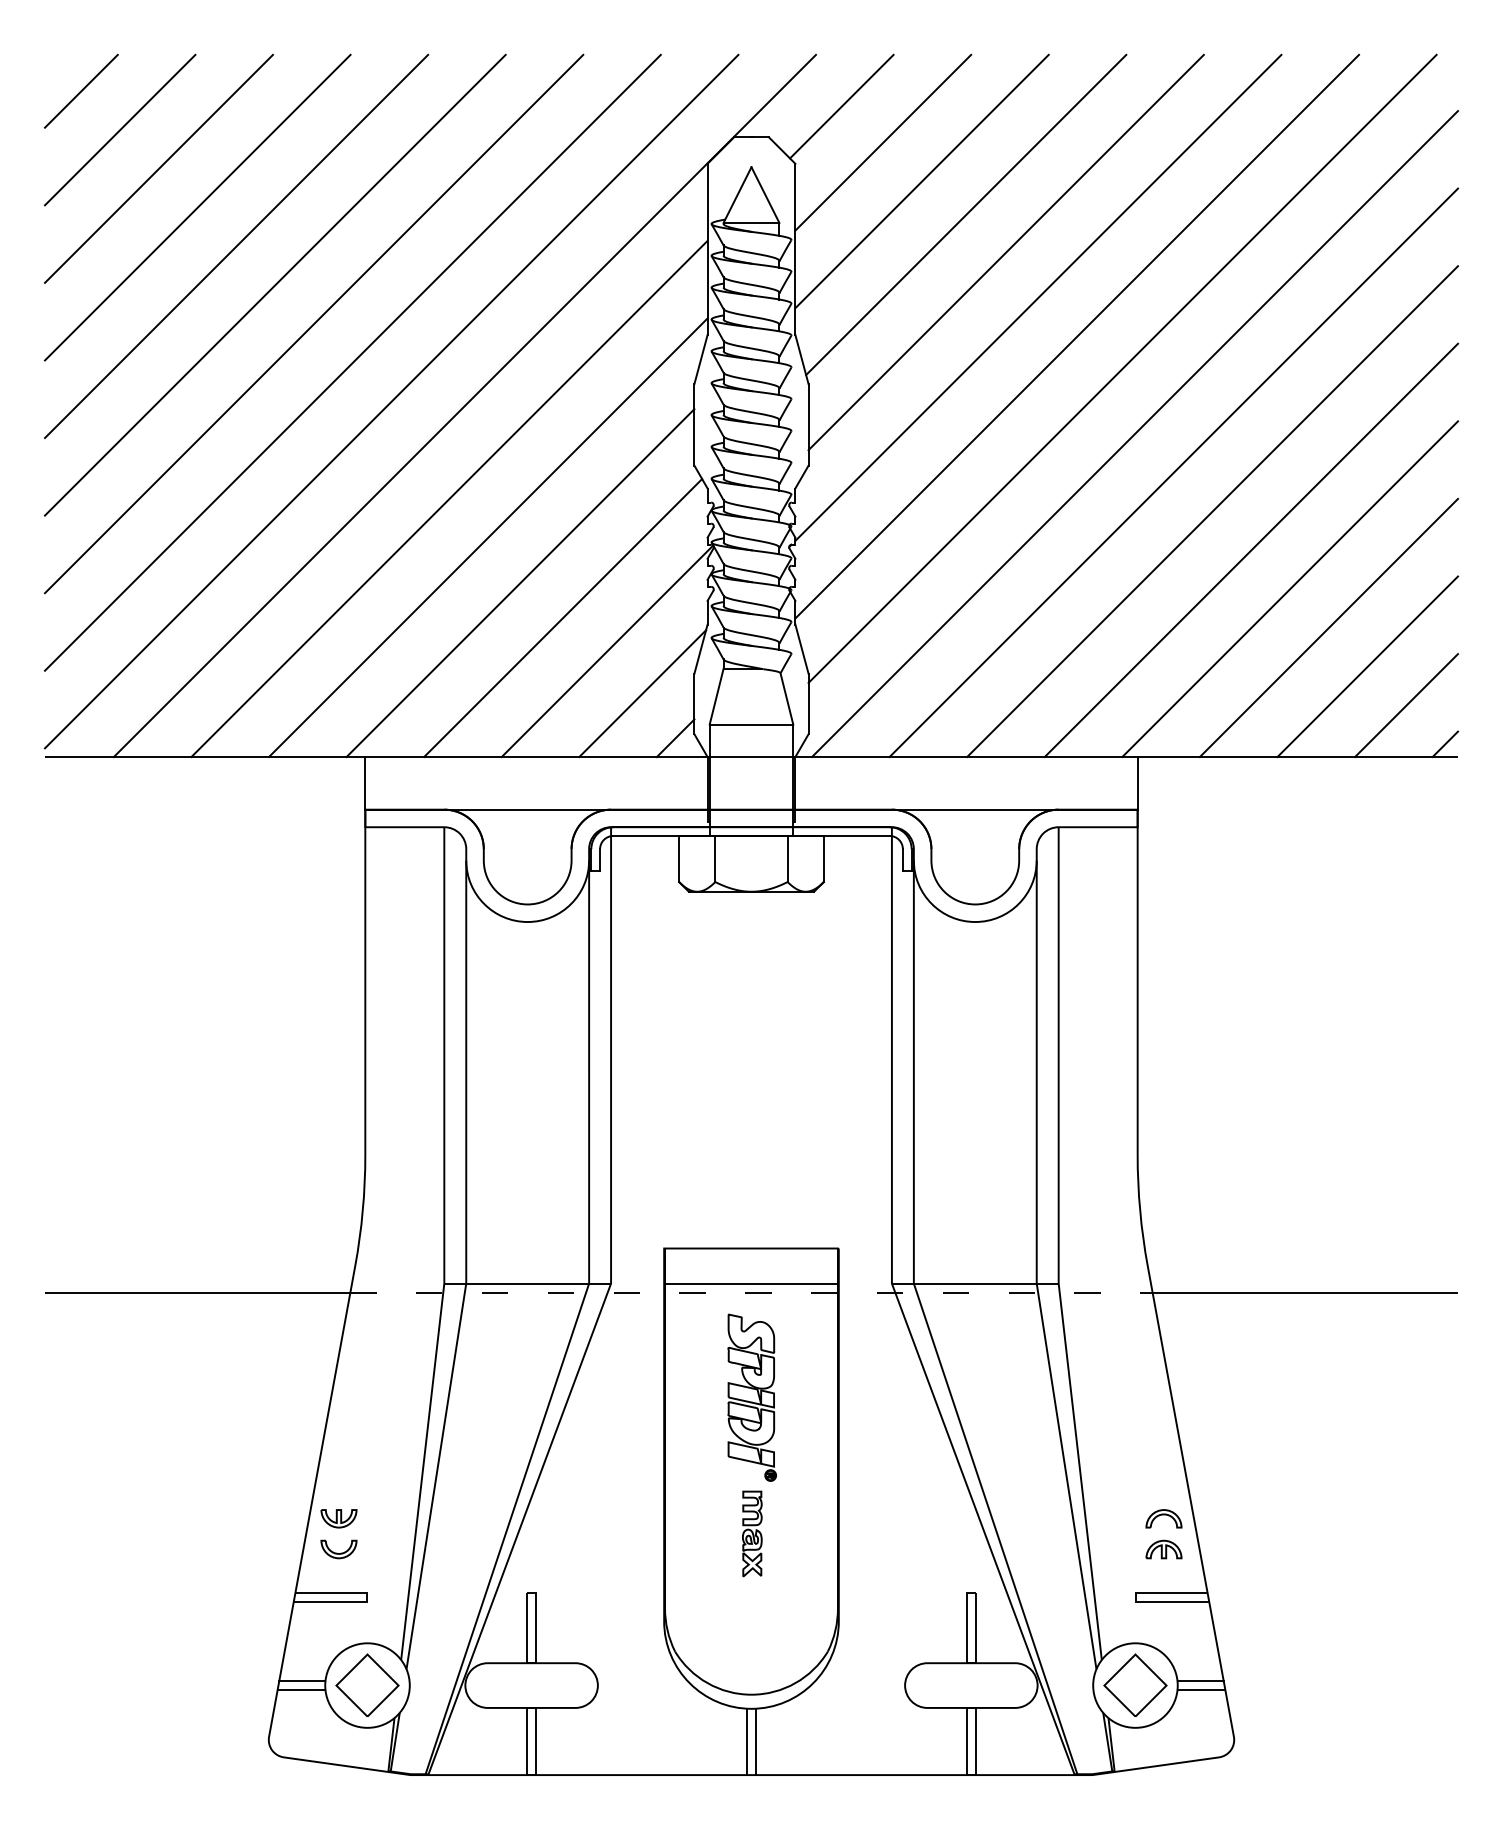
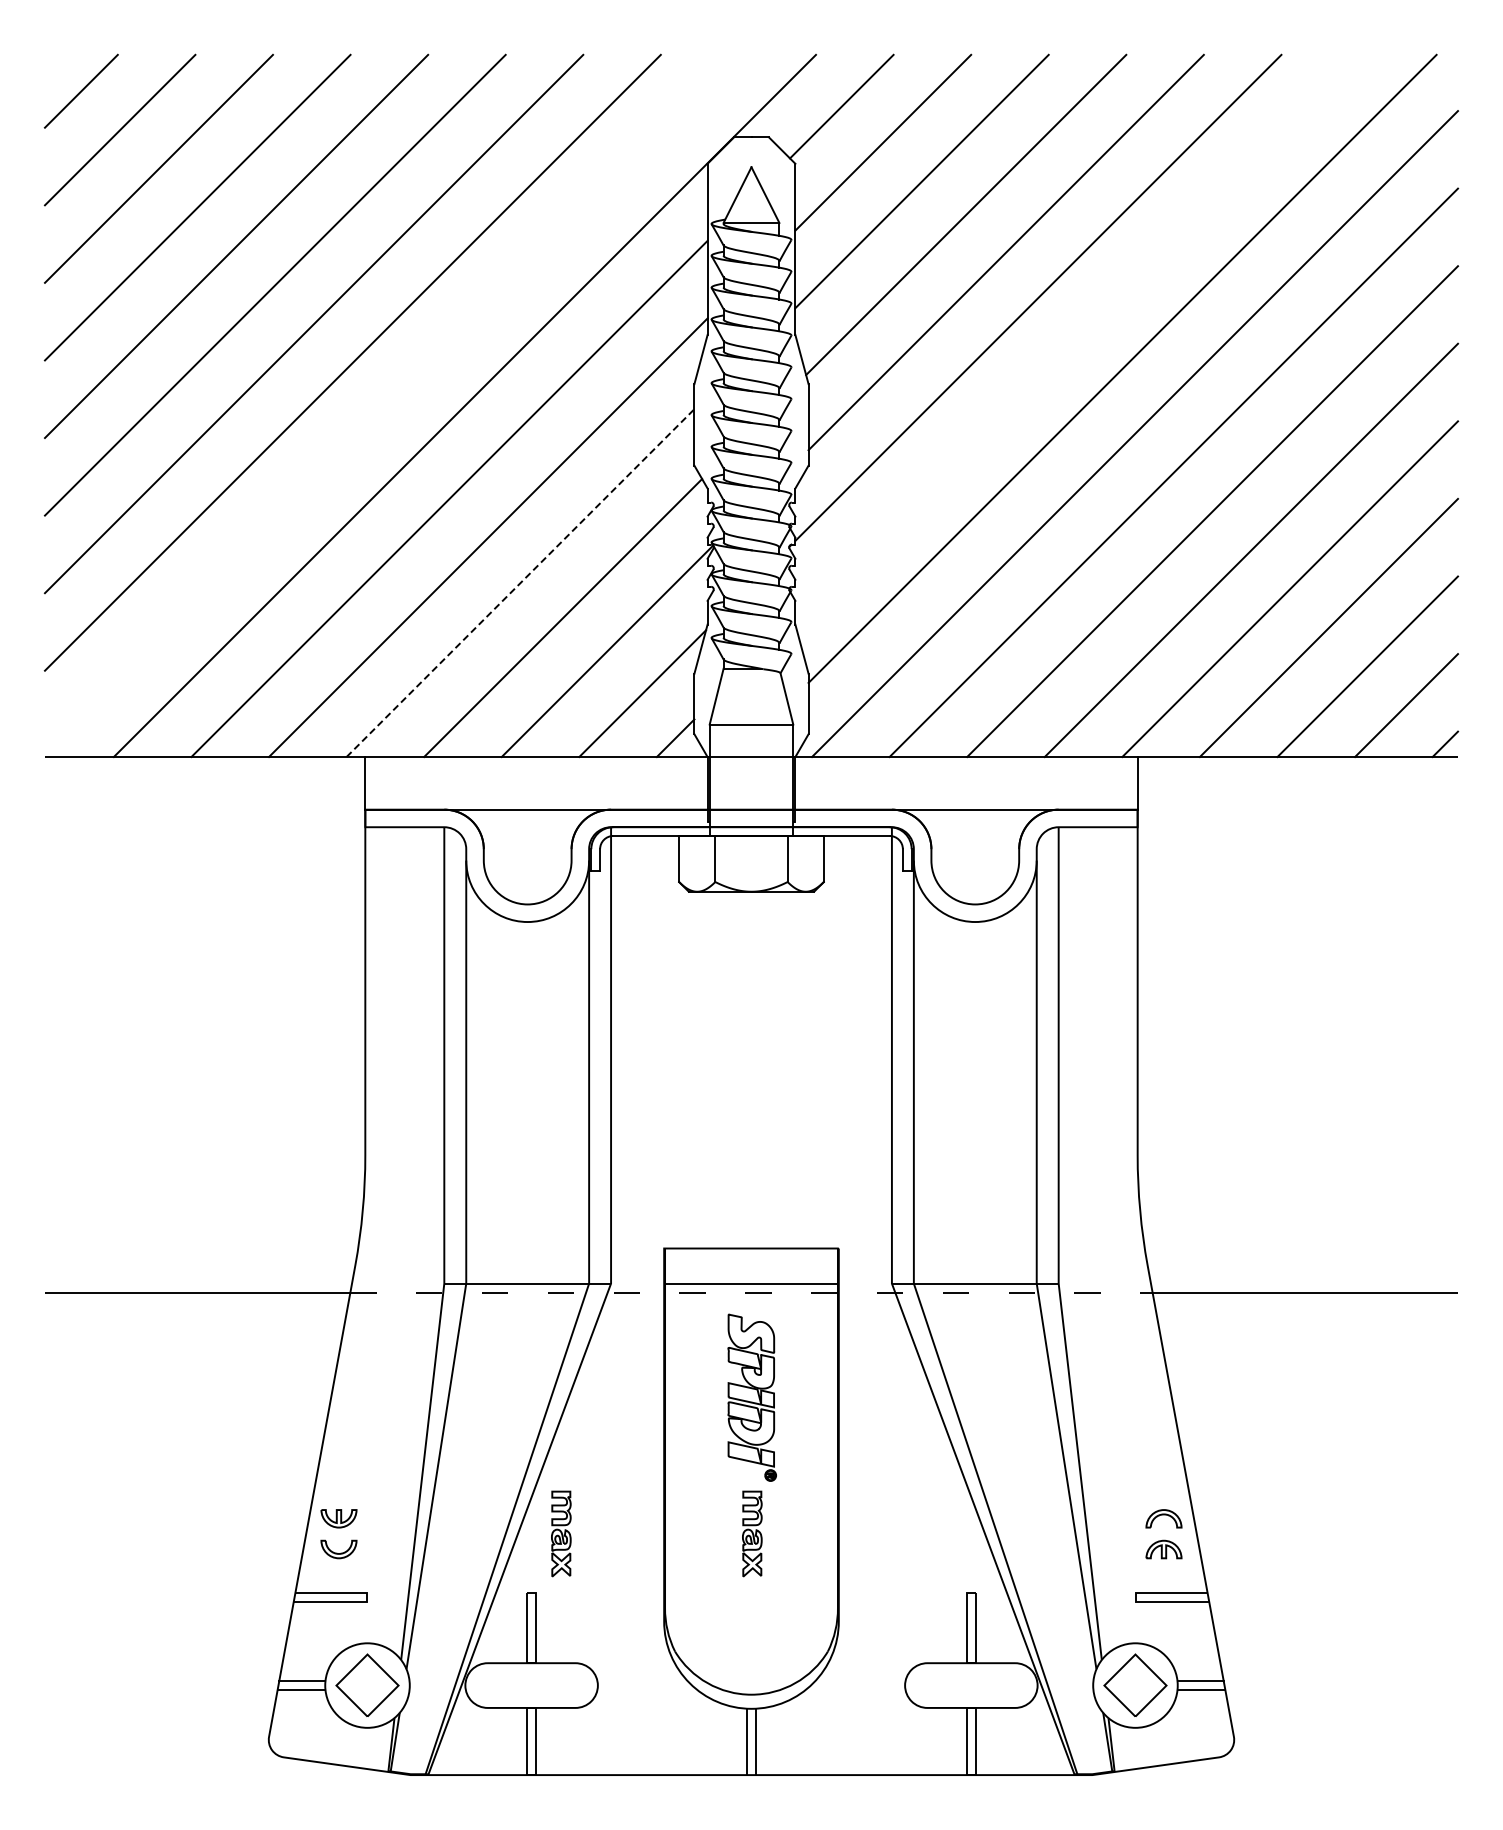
line at (1077, 336): present -> none
line at (391, 401): present -> none
line at (520, 583): solid -> dashed
part at (561, 1533): none -> present
